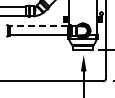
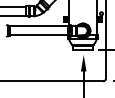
line at (39, 26): dashed -> solid
